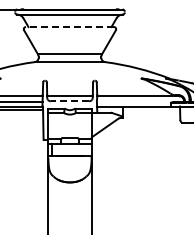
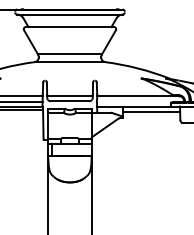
line at (69, 27): dashed -> solid
line at (69, 101): dashed -> solid
line at (151, 112): none -> present
